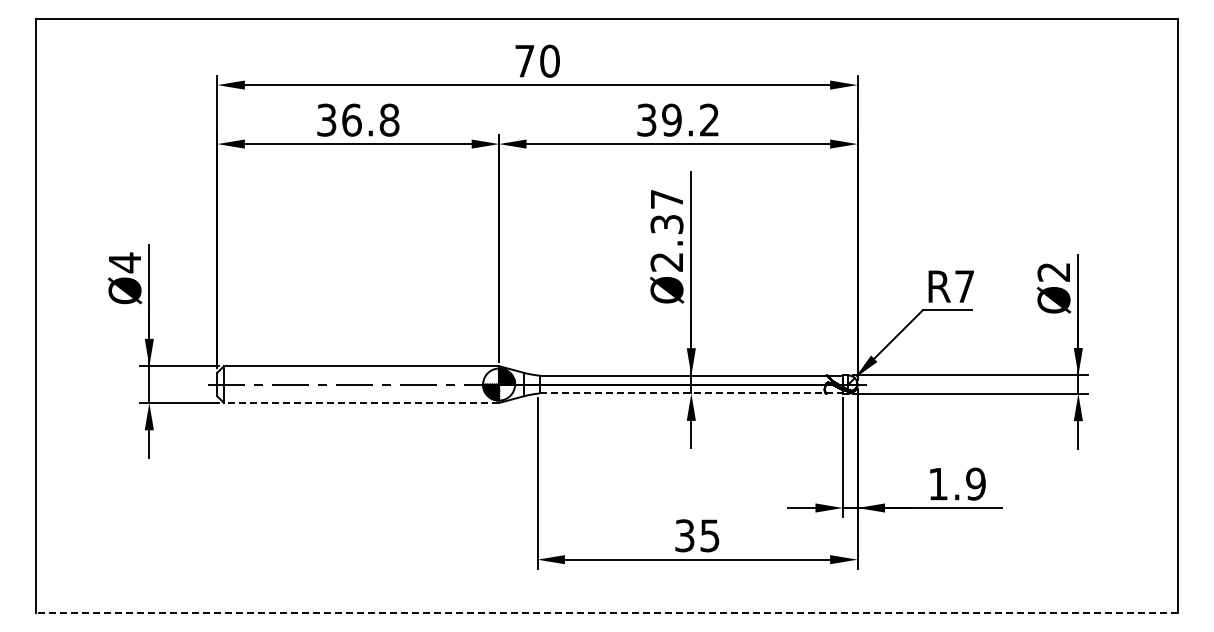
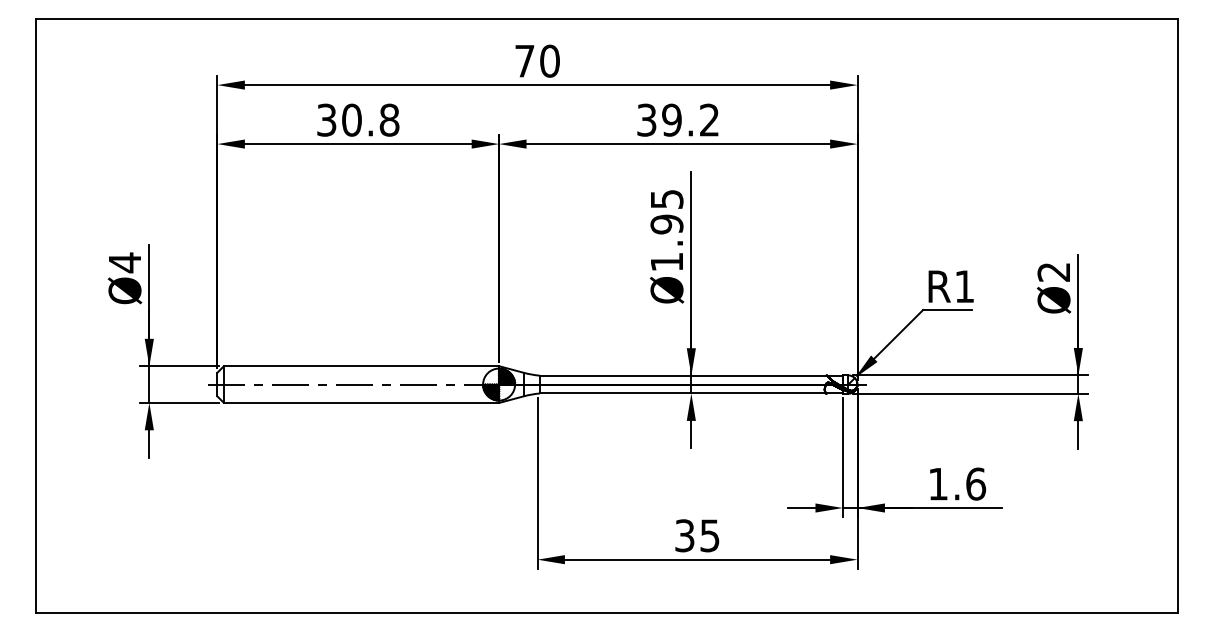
text at (351, 119): 36.8 -> 30.8
text at (666, 230): Ø2.37 -> Ø1.95
text at (964, 286): R7 -> R1
line at (691, 393): dashed -> solid
line at (361, 402): dashed -> solid
text at (976, 483): 1.9 -> 1.6
line at (606, 613): dashed -> solid
